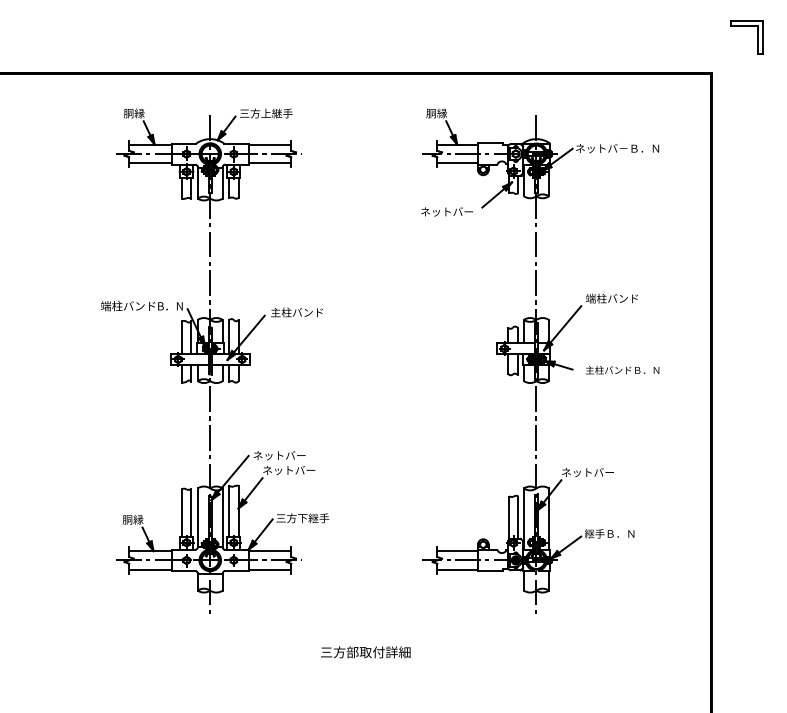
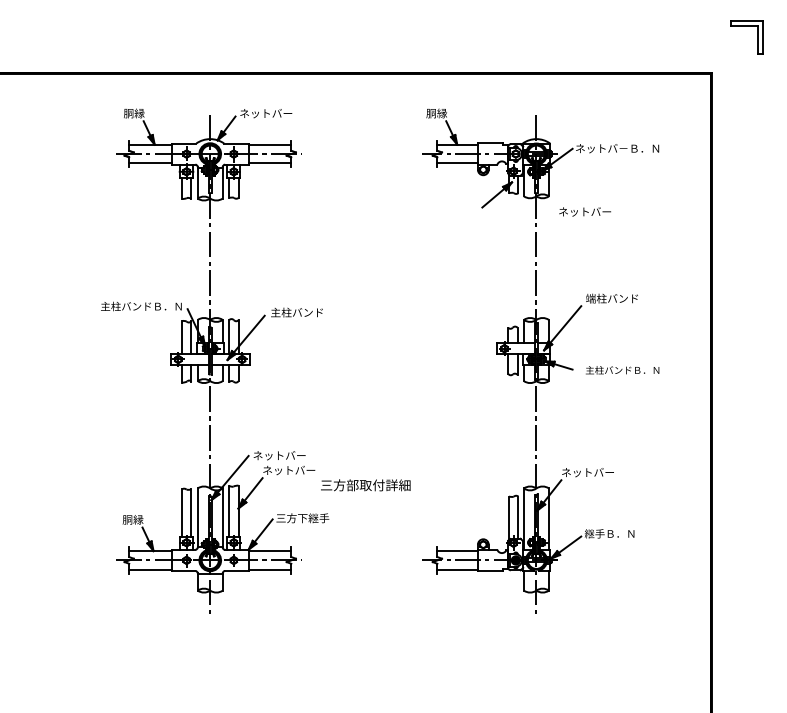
text at (266, 113): 三方上継手 -> ネットバー
text at (446, 211) position: (446, 211) -> (584, 211)
text at (141, 306): 端柱バンドB．N -> 主柱バンドＢ．Ｎ
text at (365, 652) position: (365, 652) -> (365, 485)
